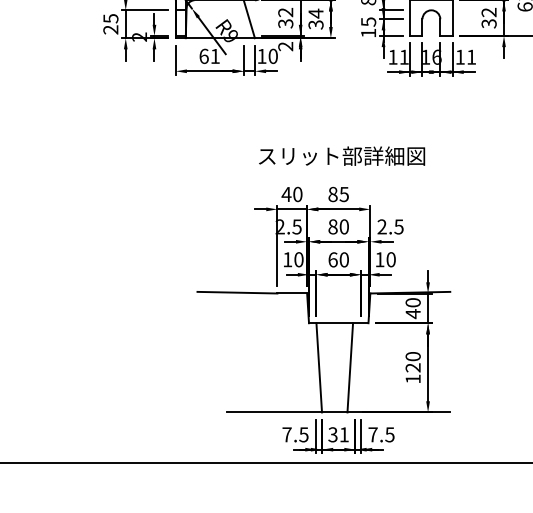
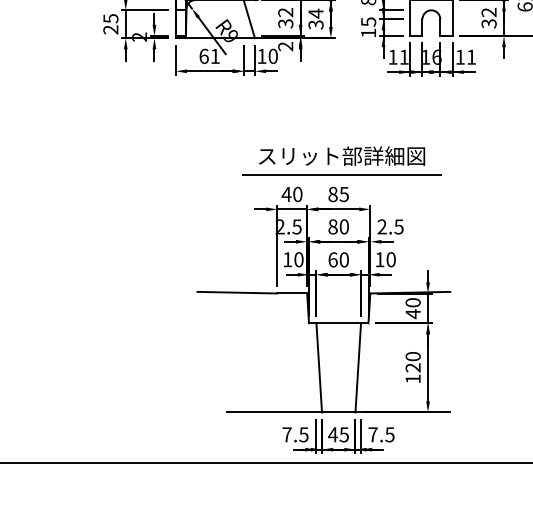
line at (341, 174): none -> present
line at (350, 367) position: (350, 367) -> (358, 367)
text at (338, 434): 31 -> 45
